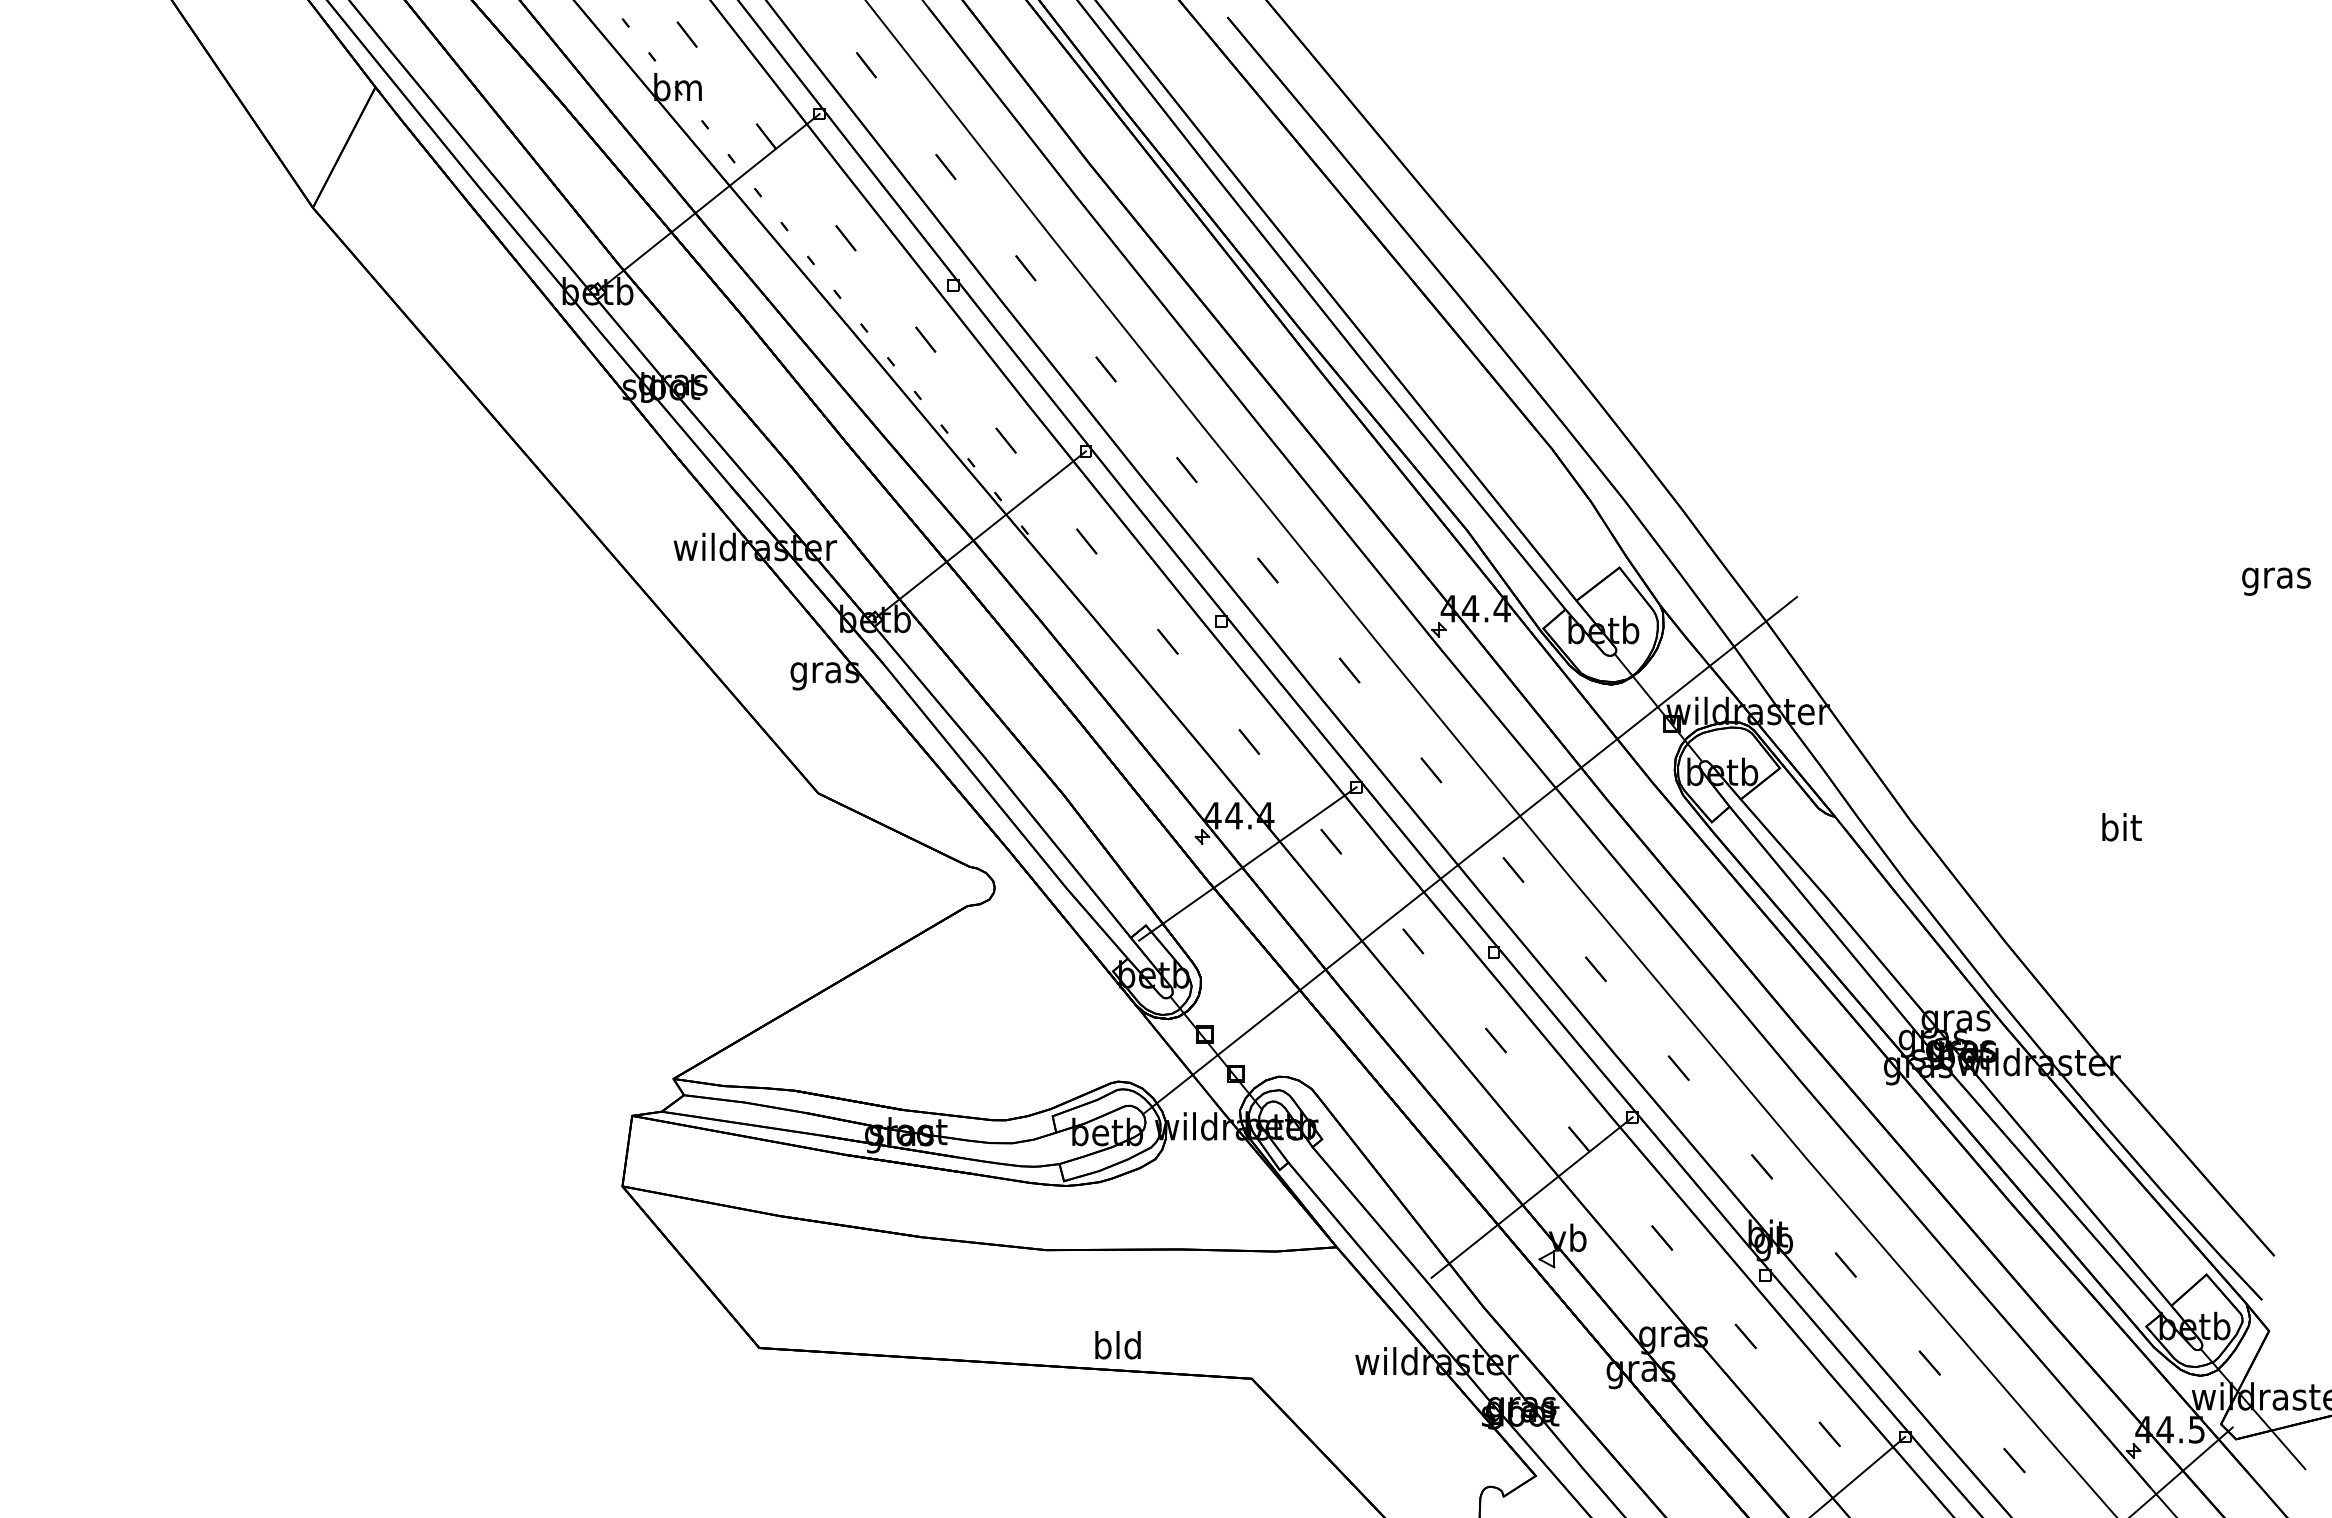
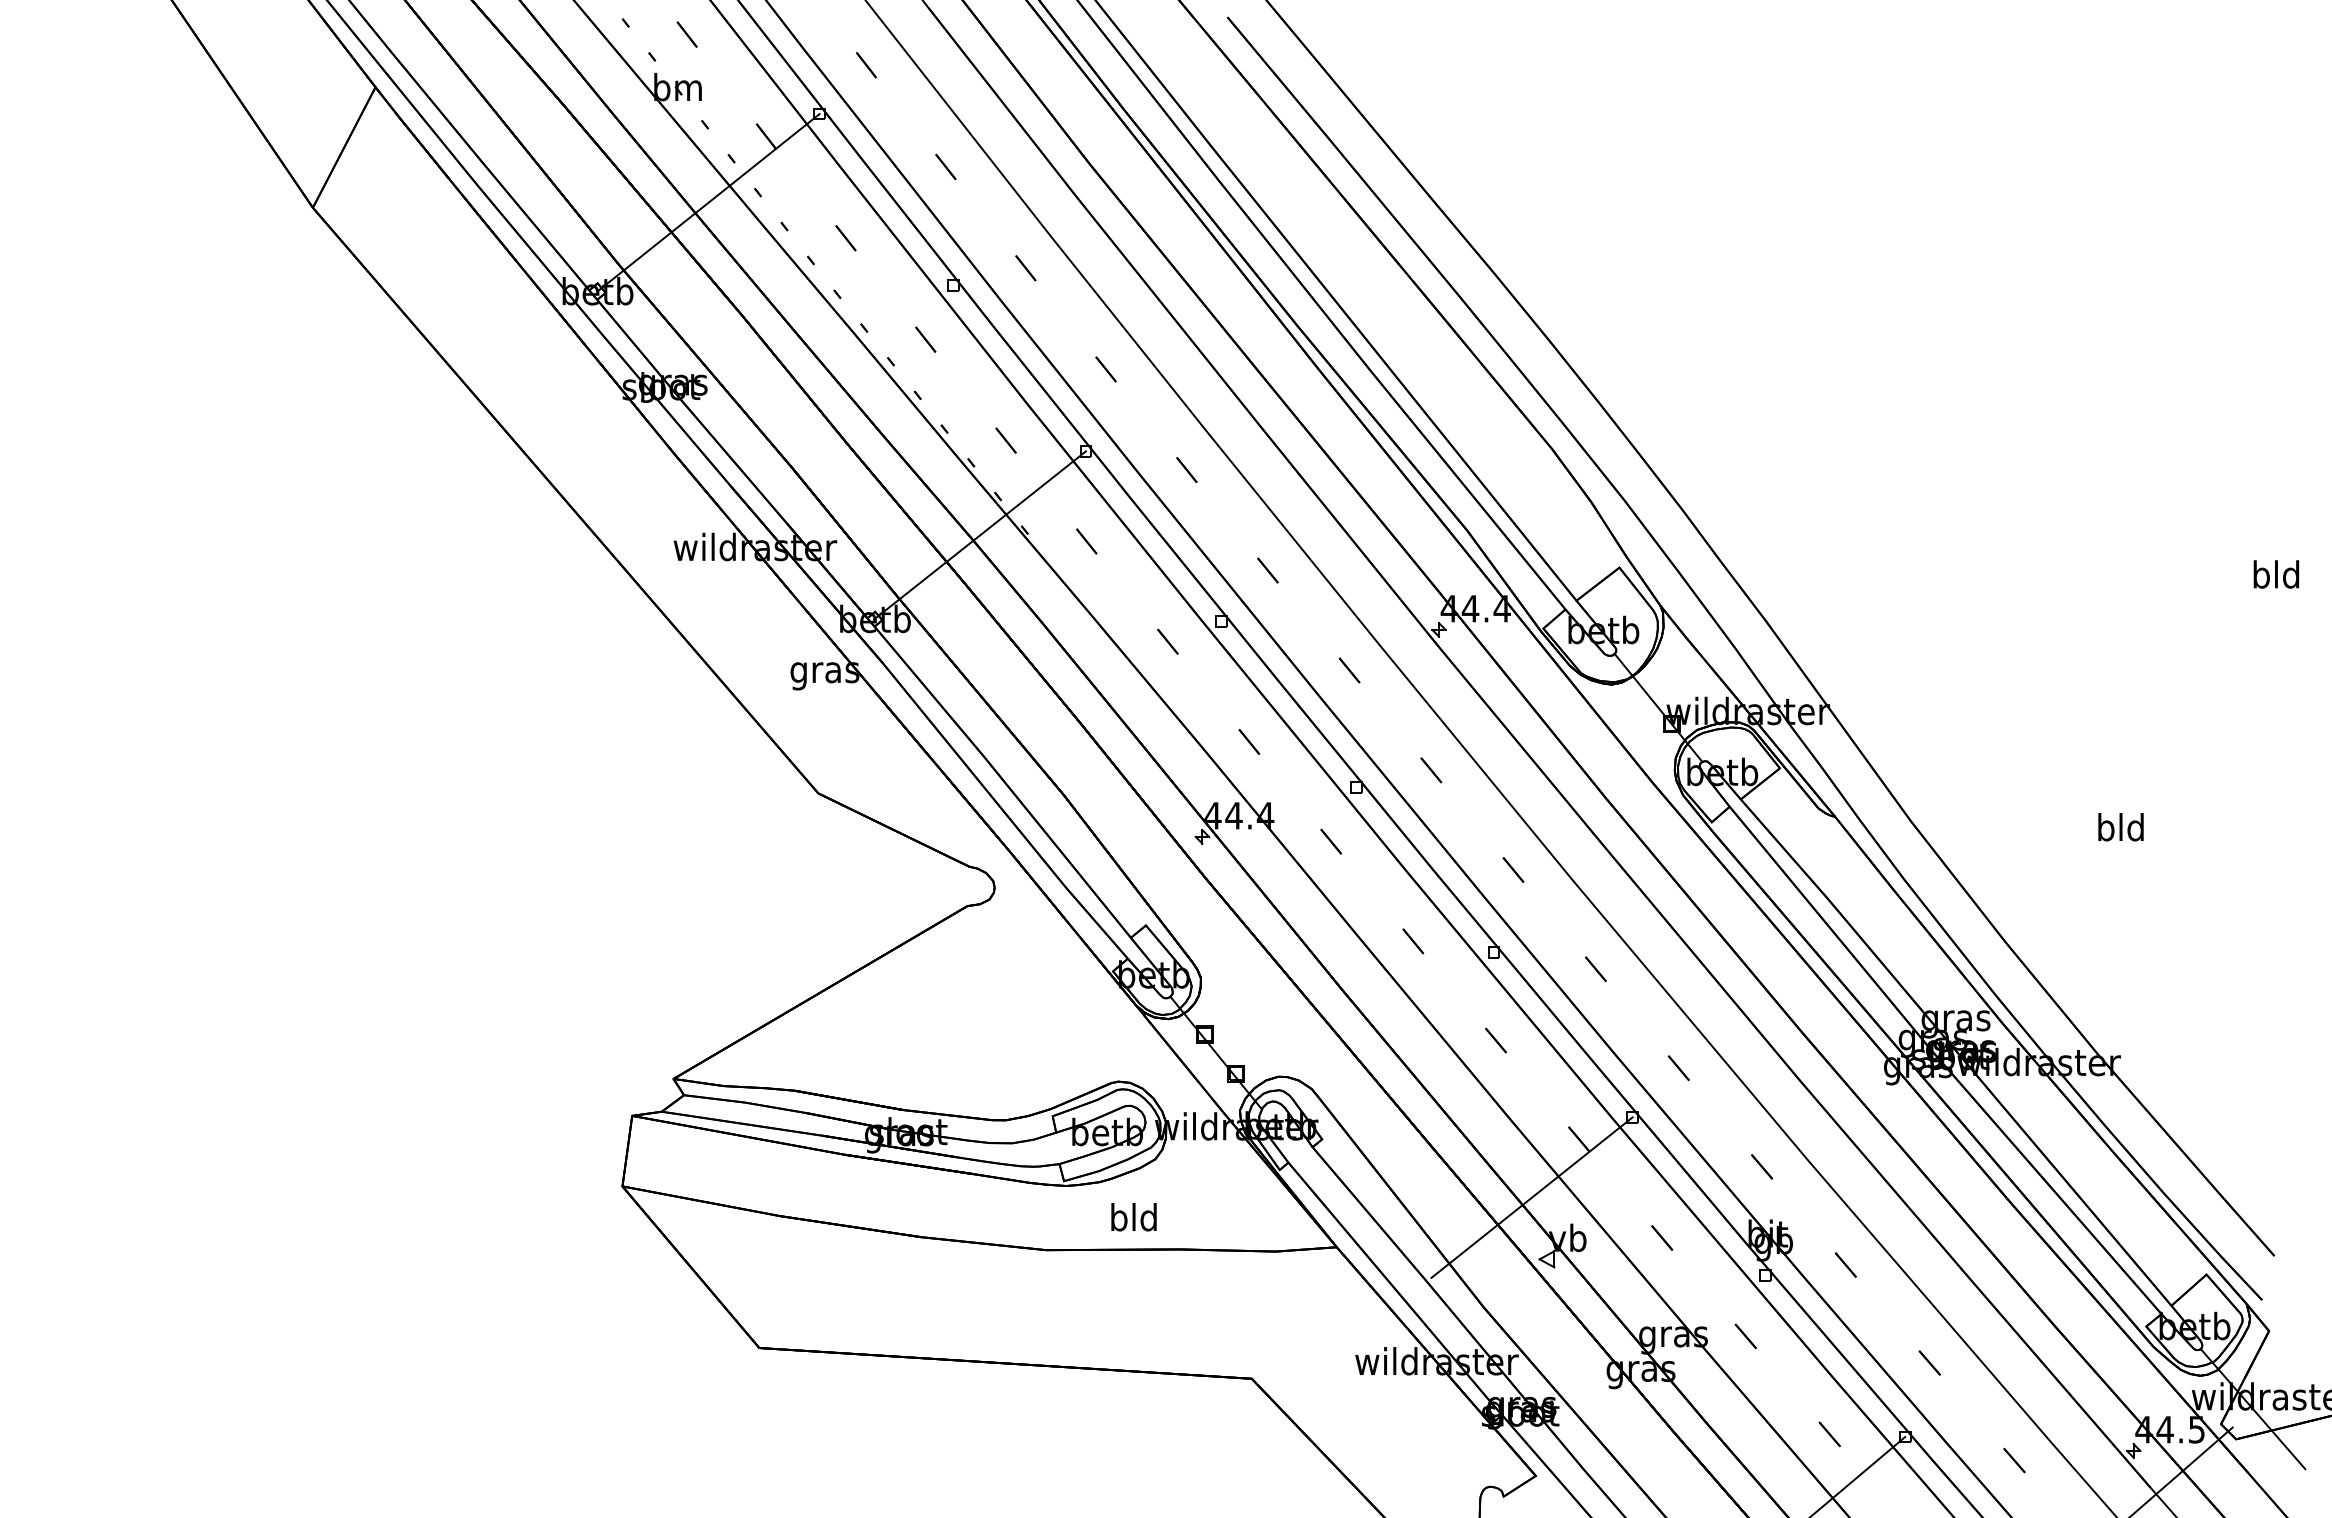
text at (2276, 577): gras -> bld
text at (2120, 827): bit -> bld
line at (1470, 855): present -> none
line at (1247, 863): present -> none
text at (1117, 1345) position: (1117, 1345) -> (1133, 1217)
